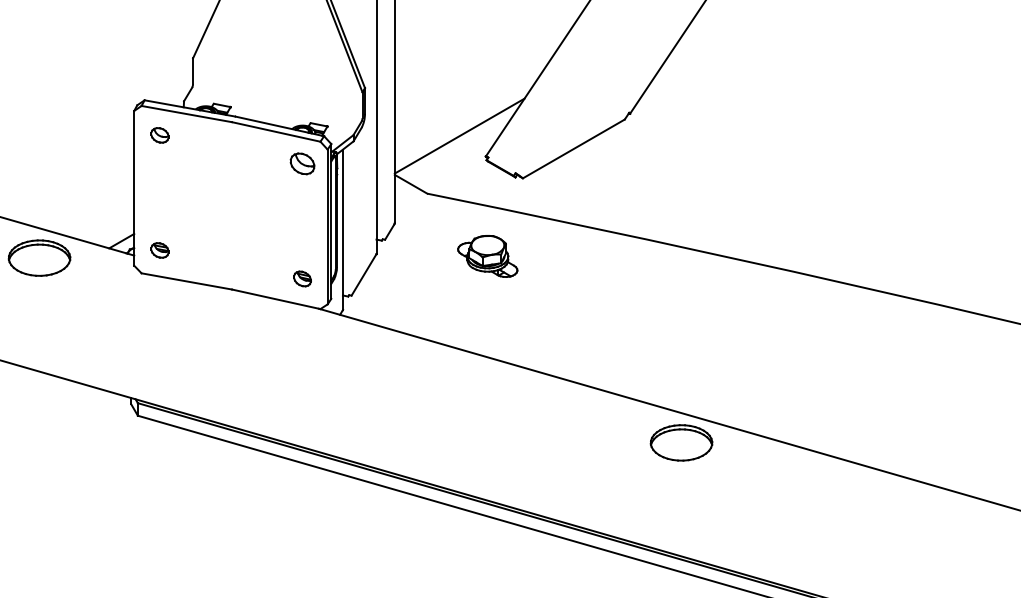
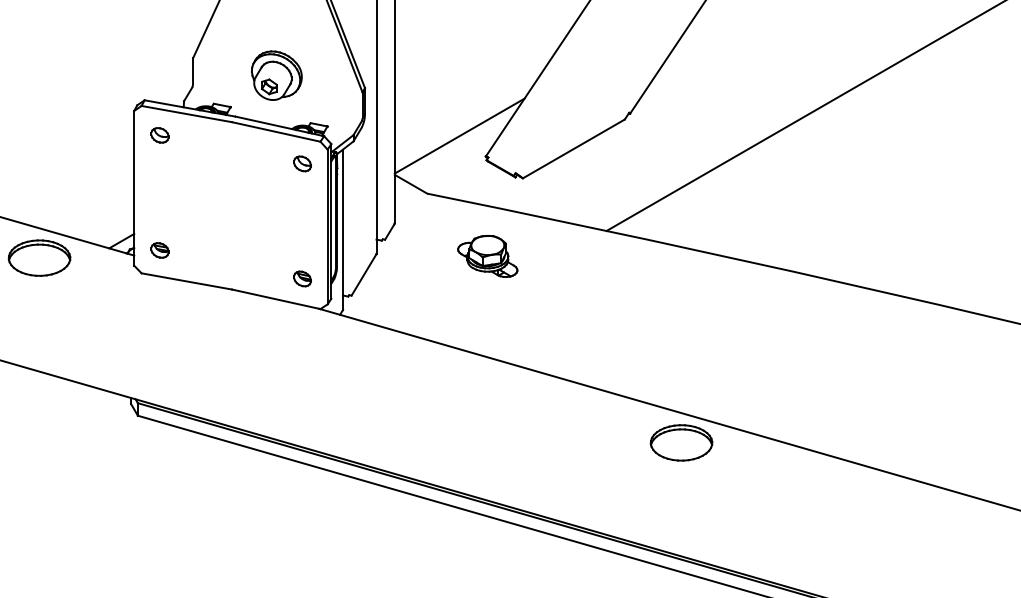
part at (276, 75): none -> present
line at (804, 116): none -> present
part at (302, 163) size: 27x24 px -> 19x18 px
